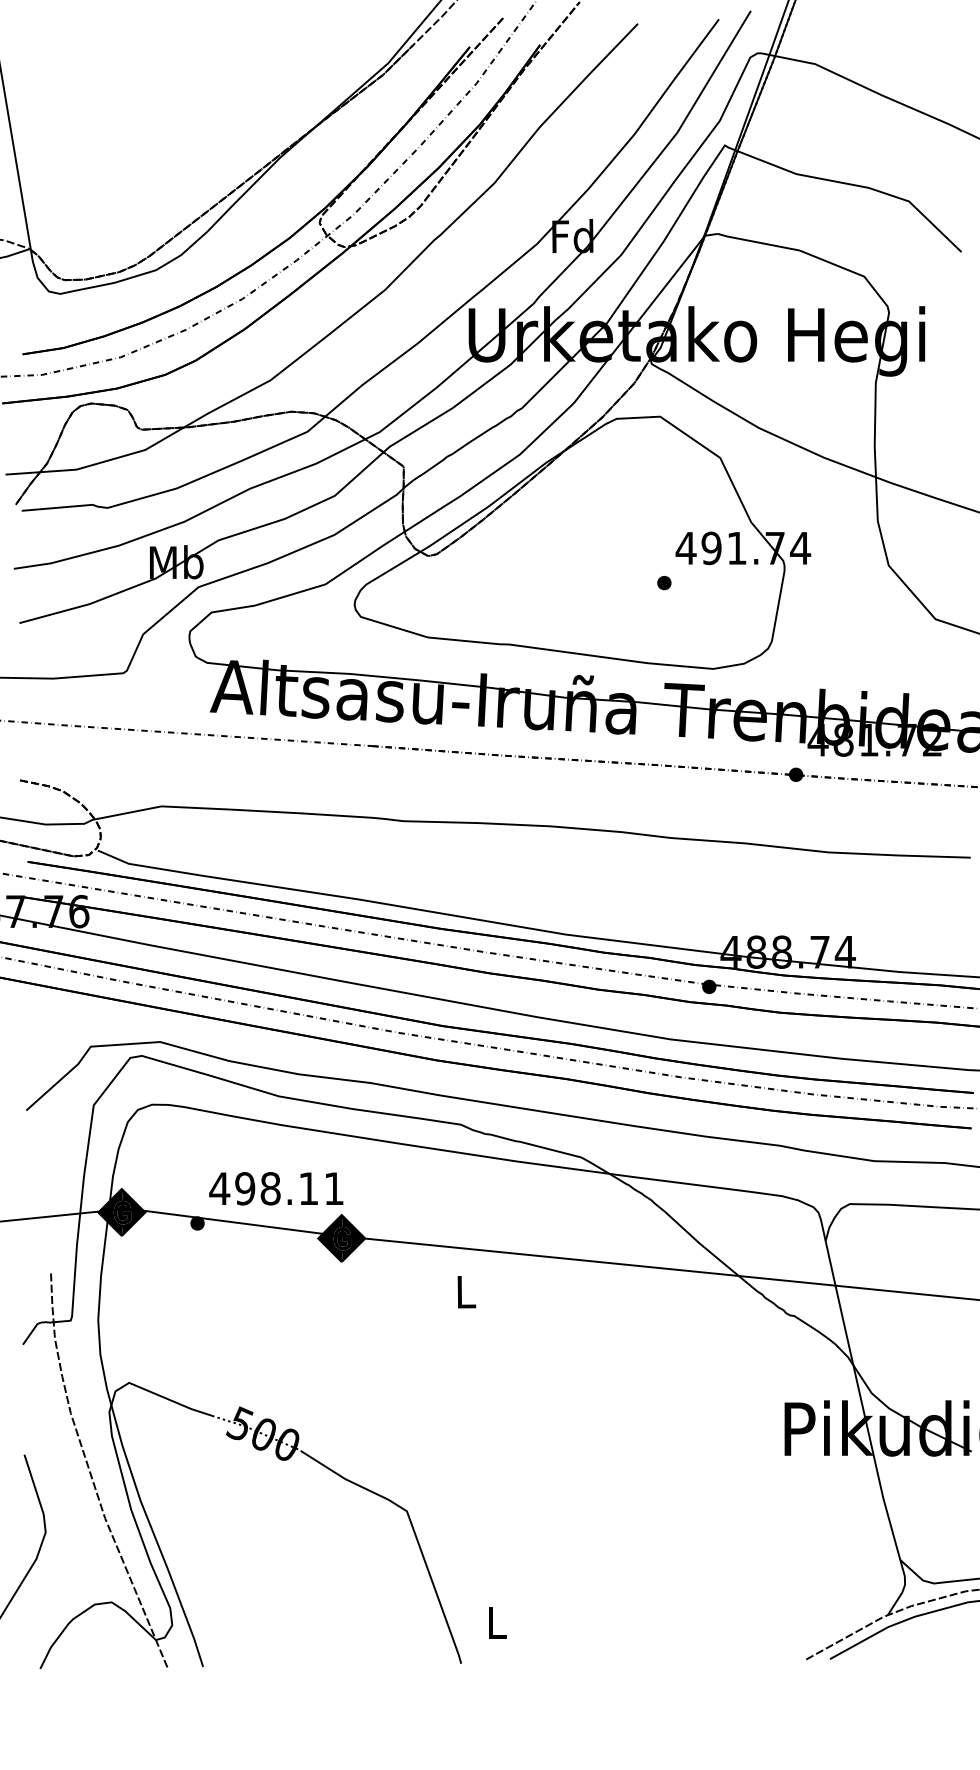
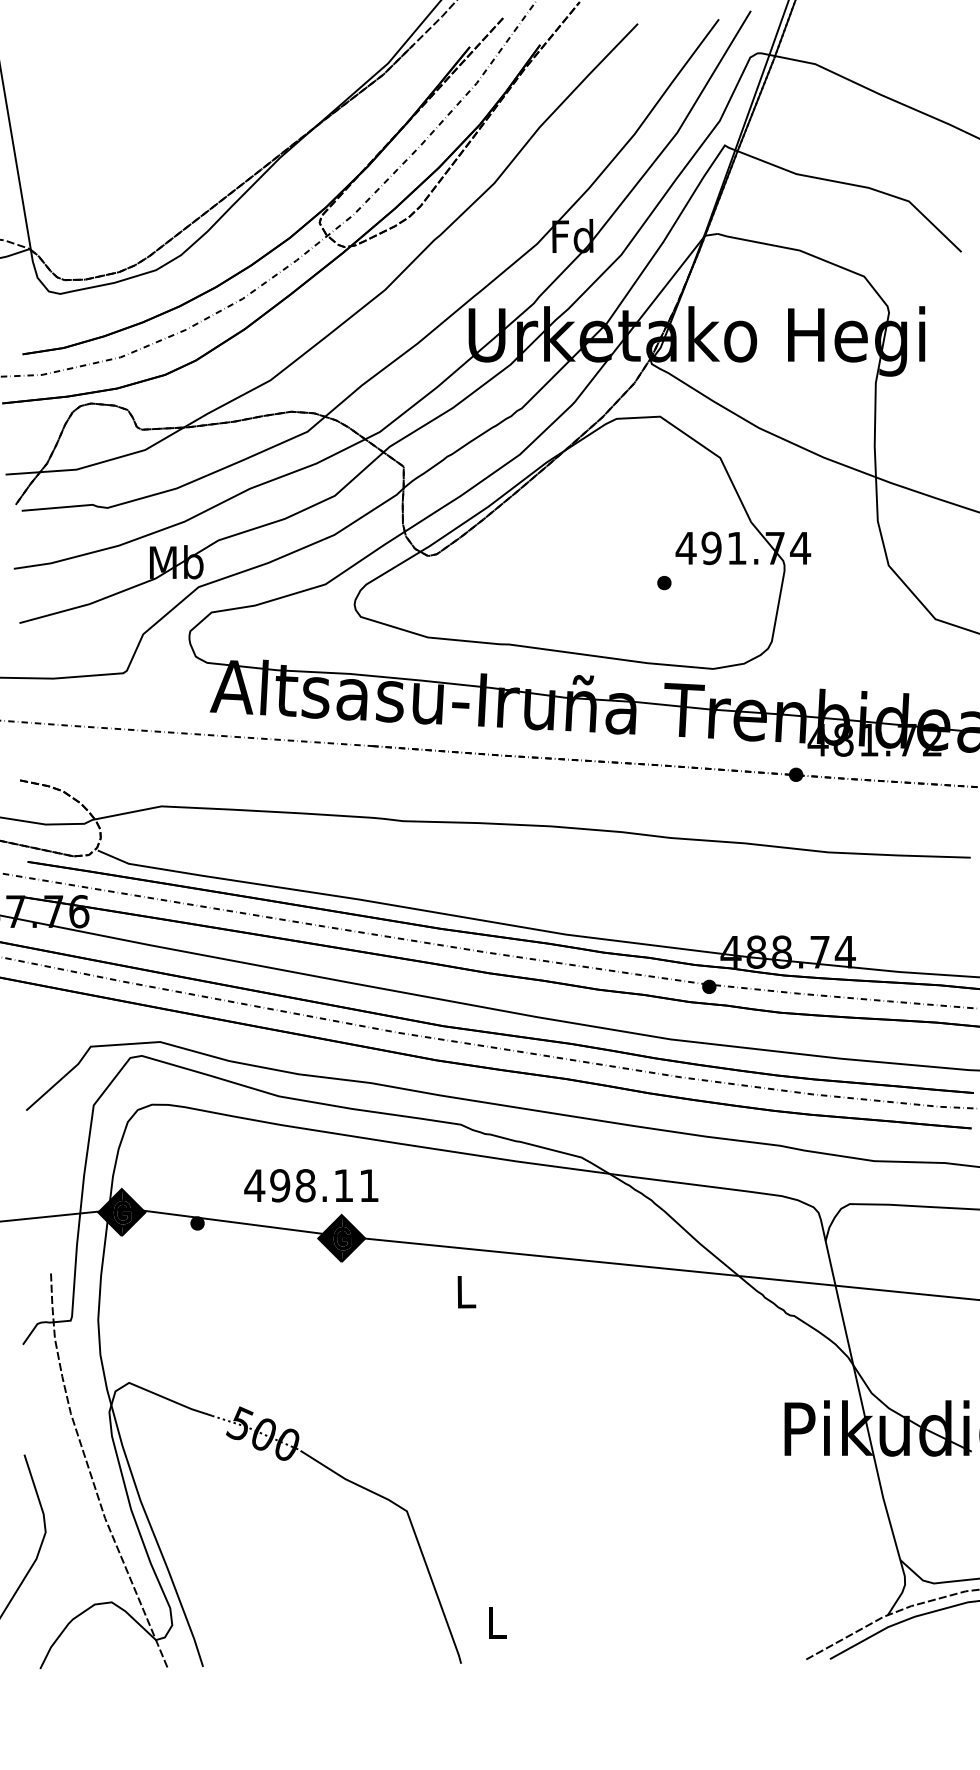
text at (276, 1188) position: (276, 1188) -> (311, 1185)
